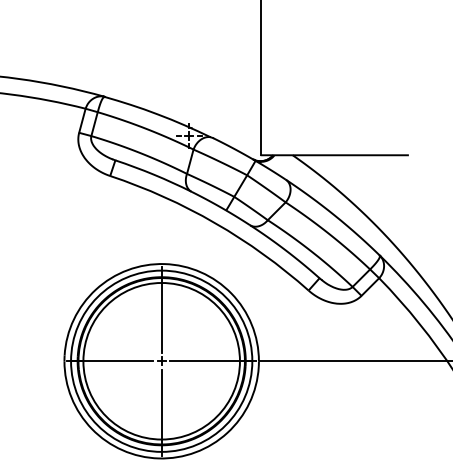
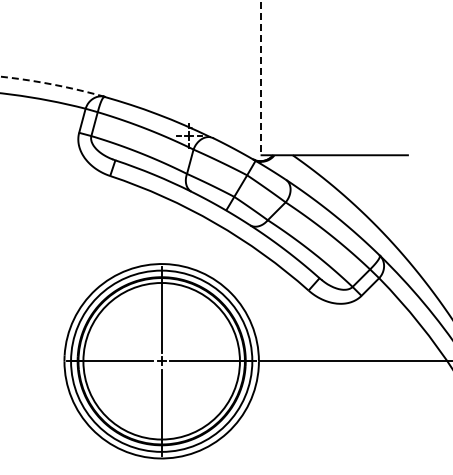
line at (260, 78): solid -> dashed
arc at (53, 84): solid -> dashed
